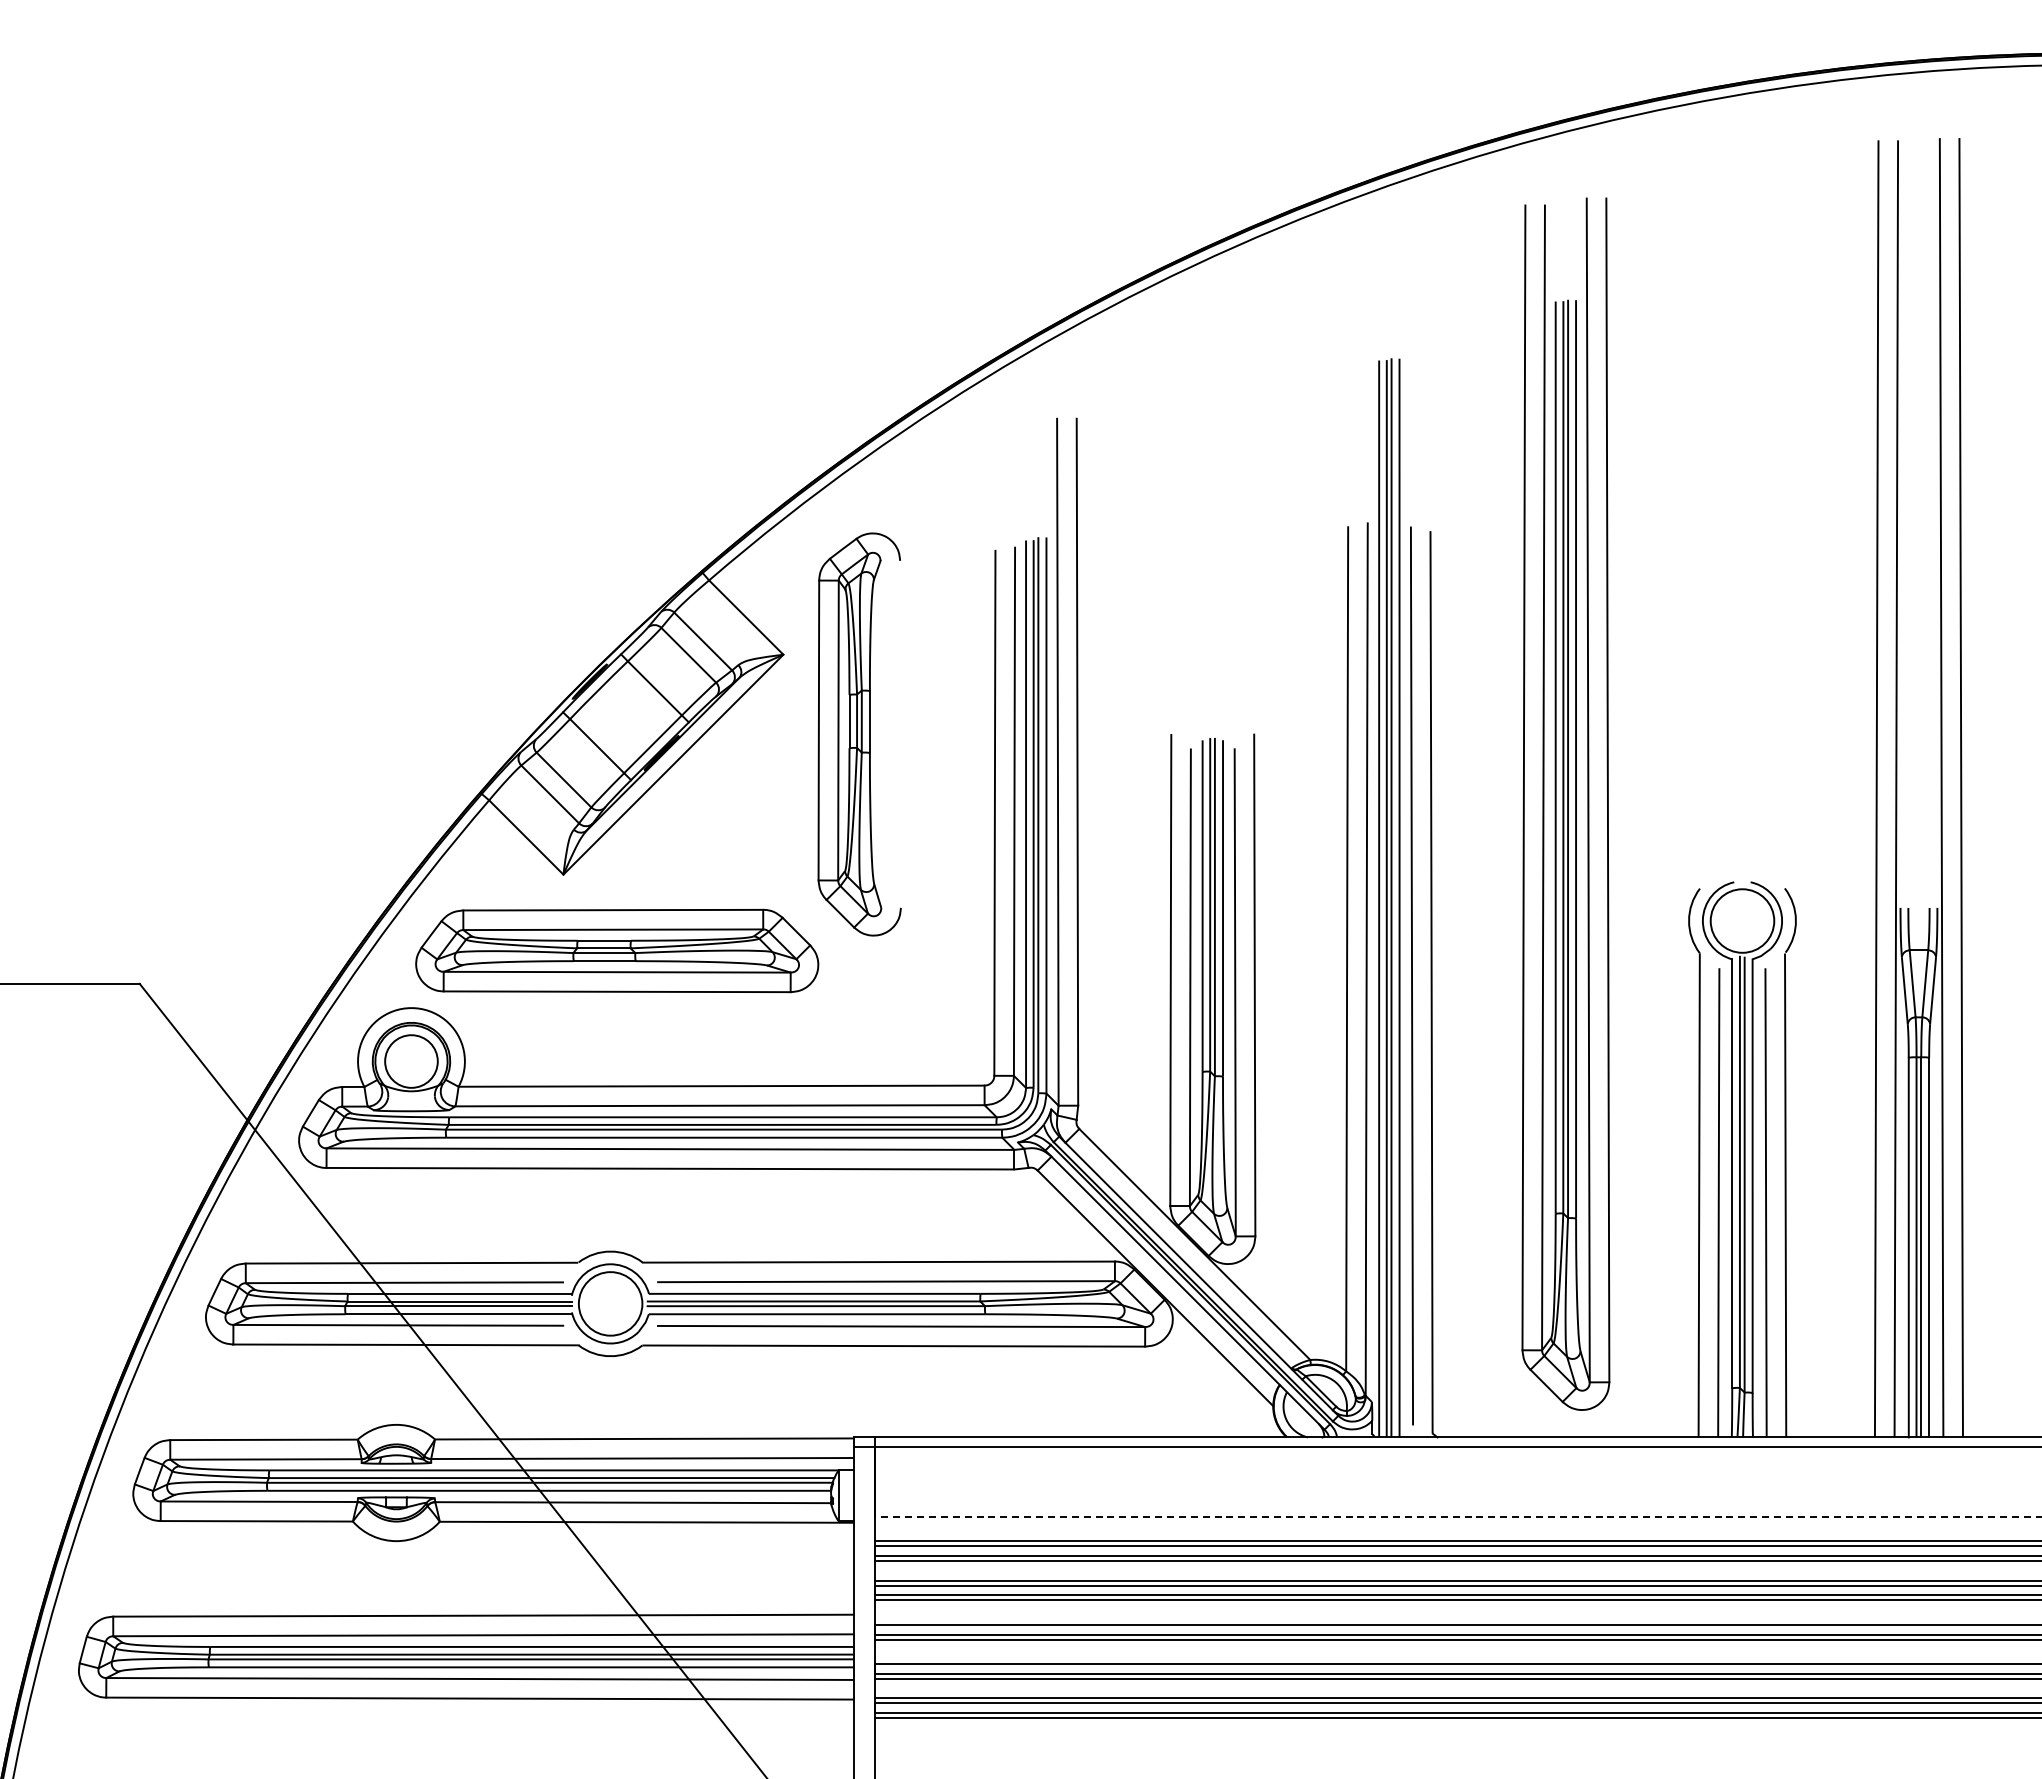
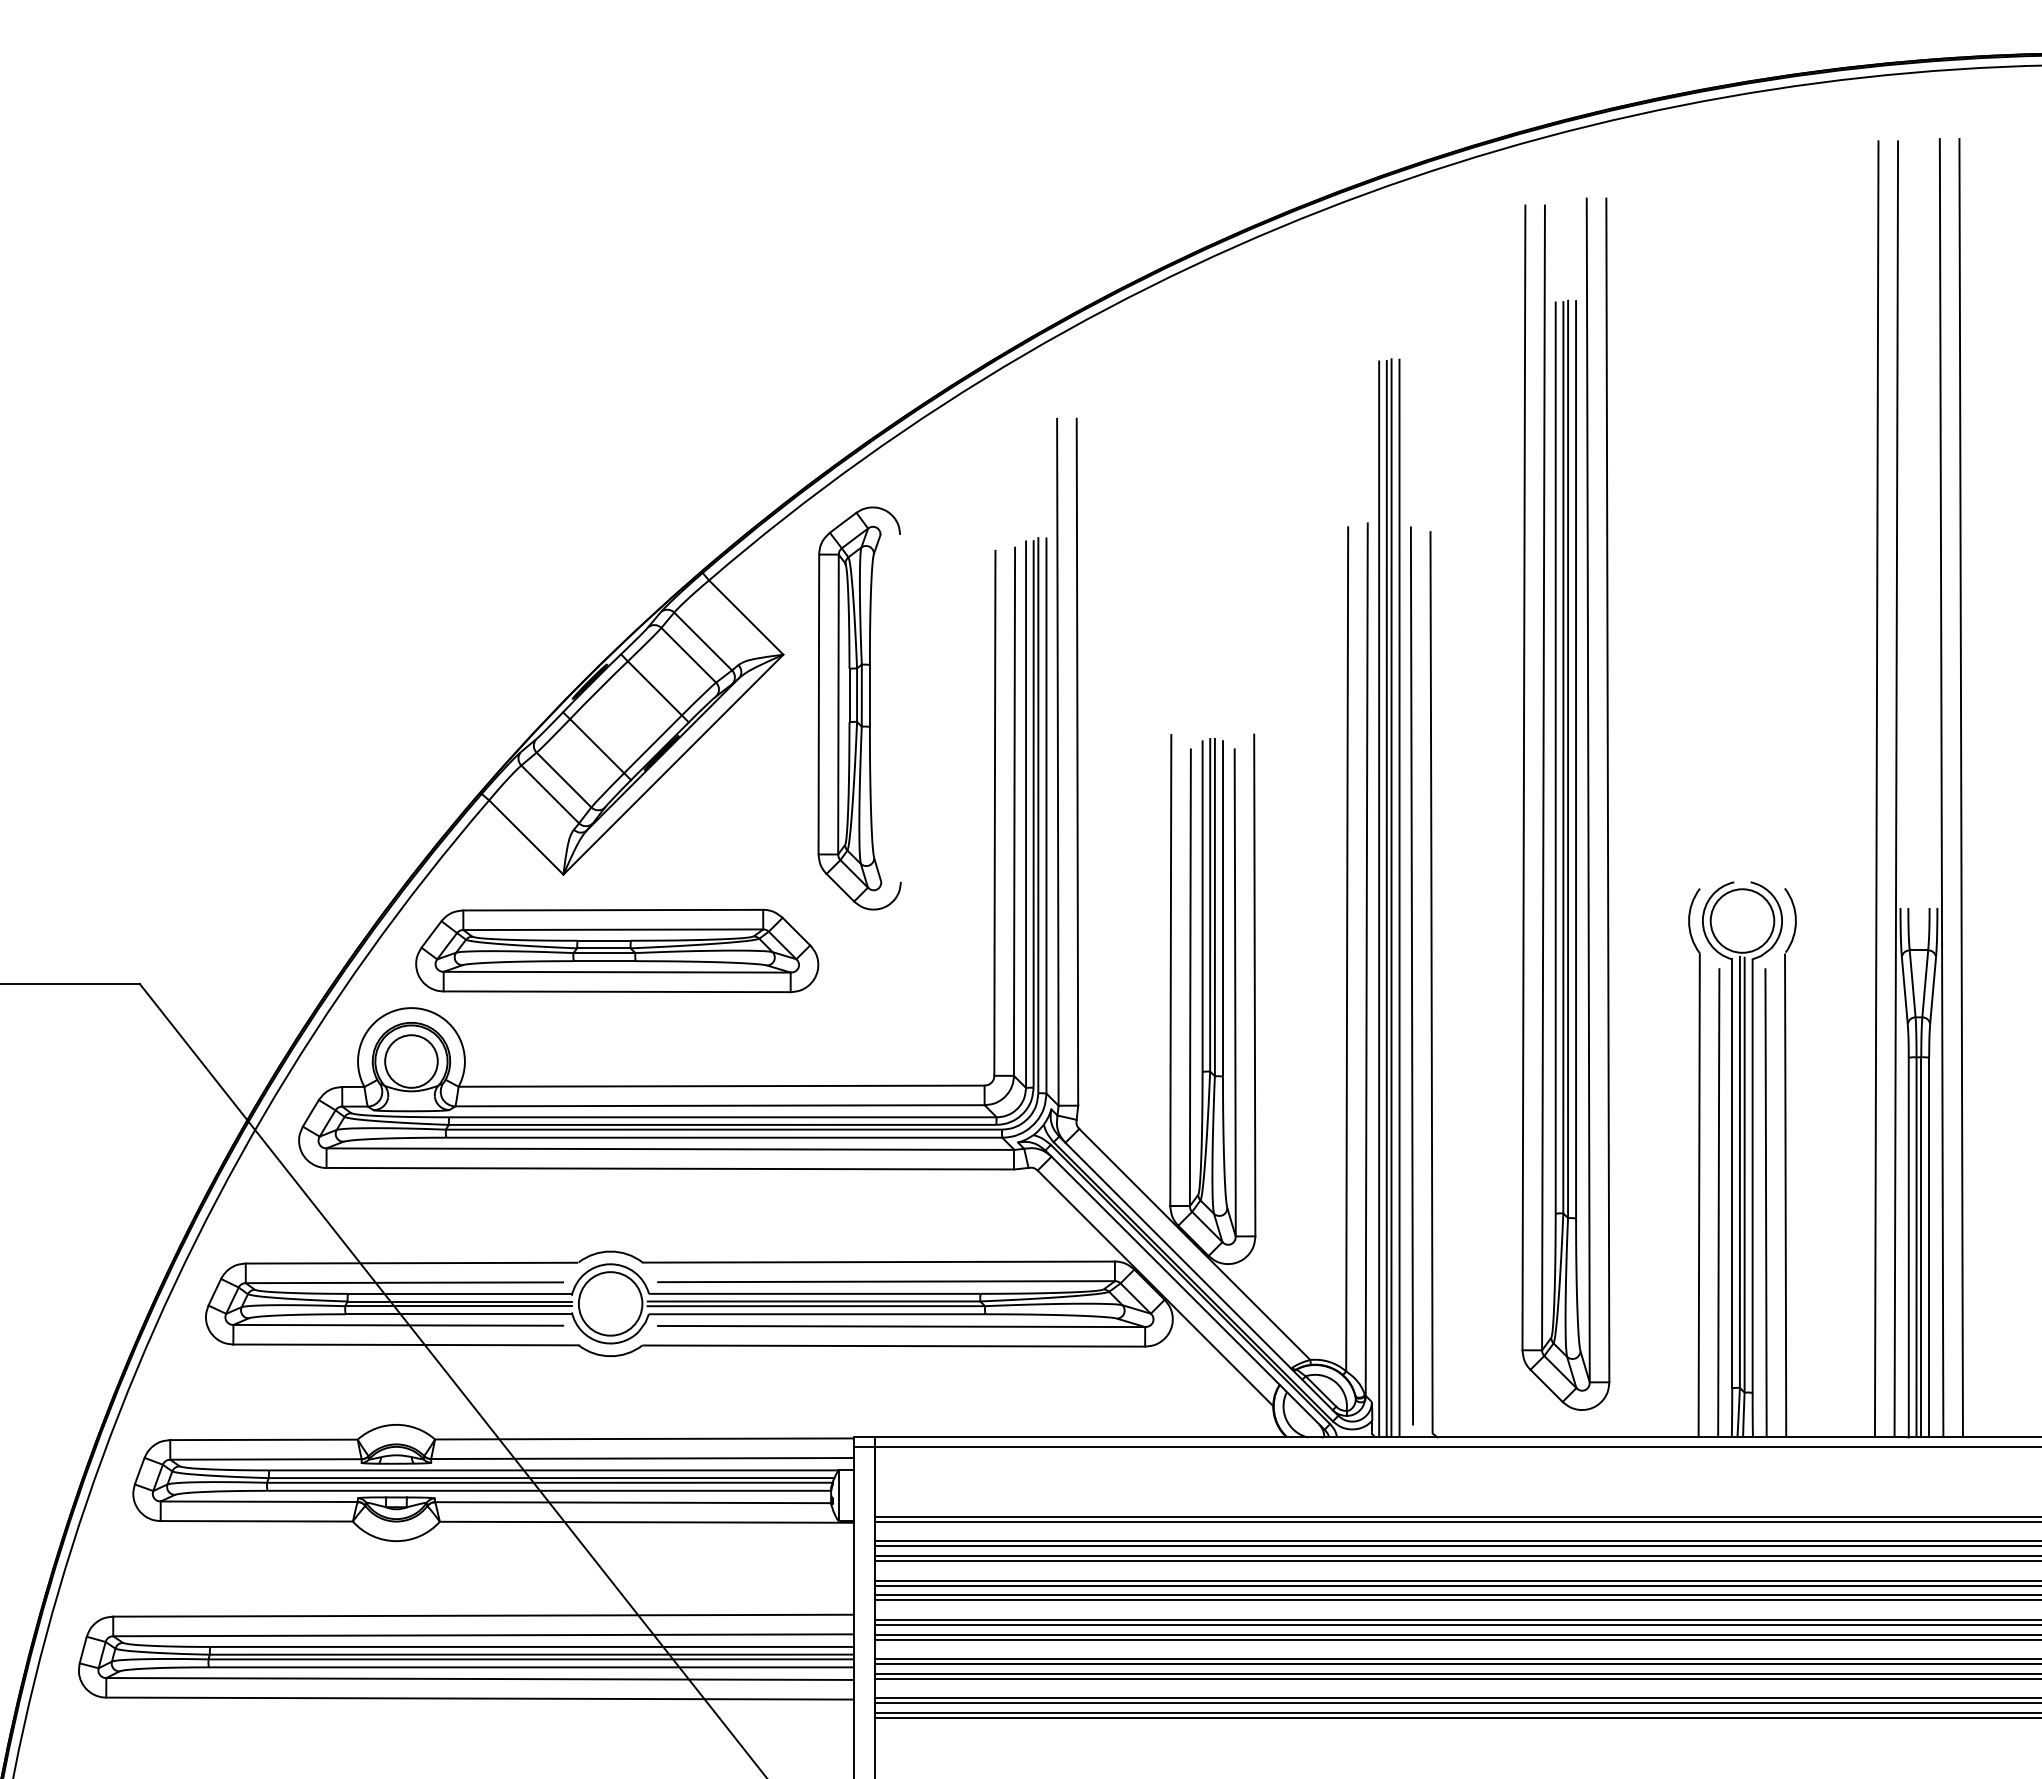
part at (859, 734) position: (859, 734) -> (859, 708)
line at (1458, 1516): dashed -> solid
line at (1456, 1521): none -> present
line at (1456, 1619): none -> present
line at (1456, 1659): none -> present
